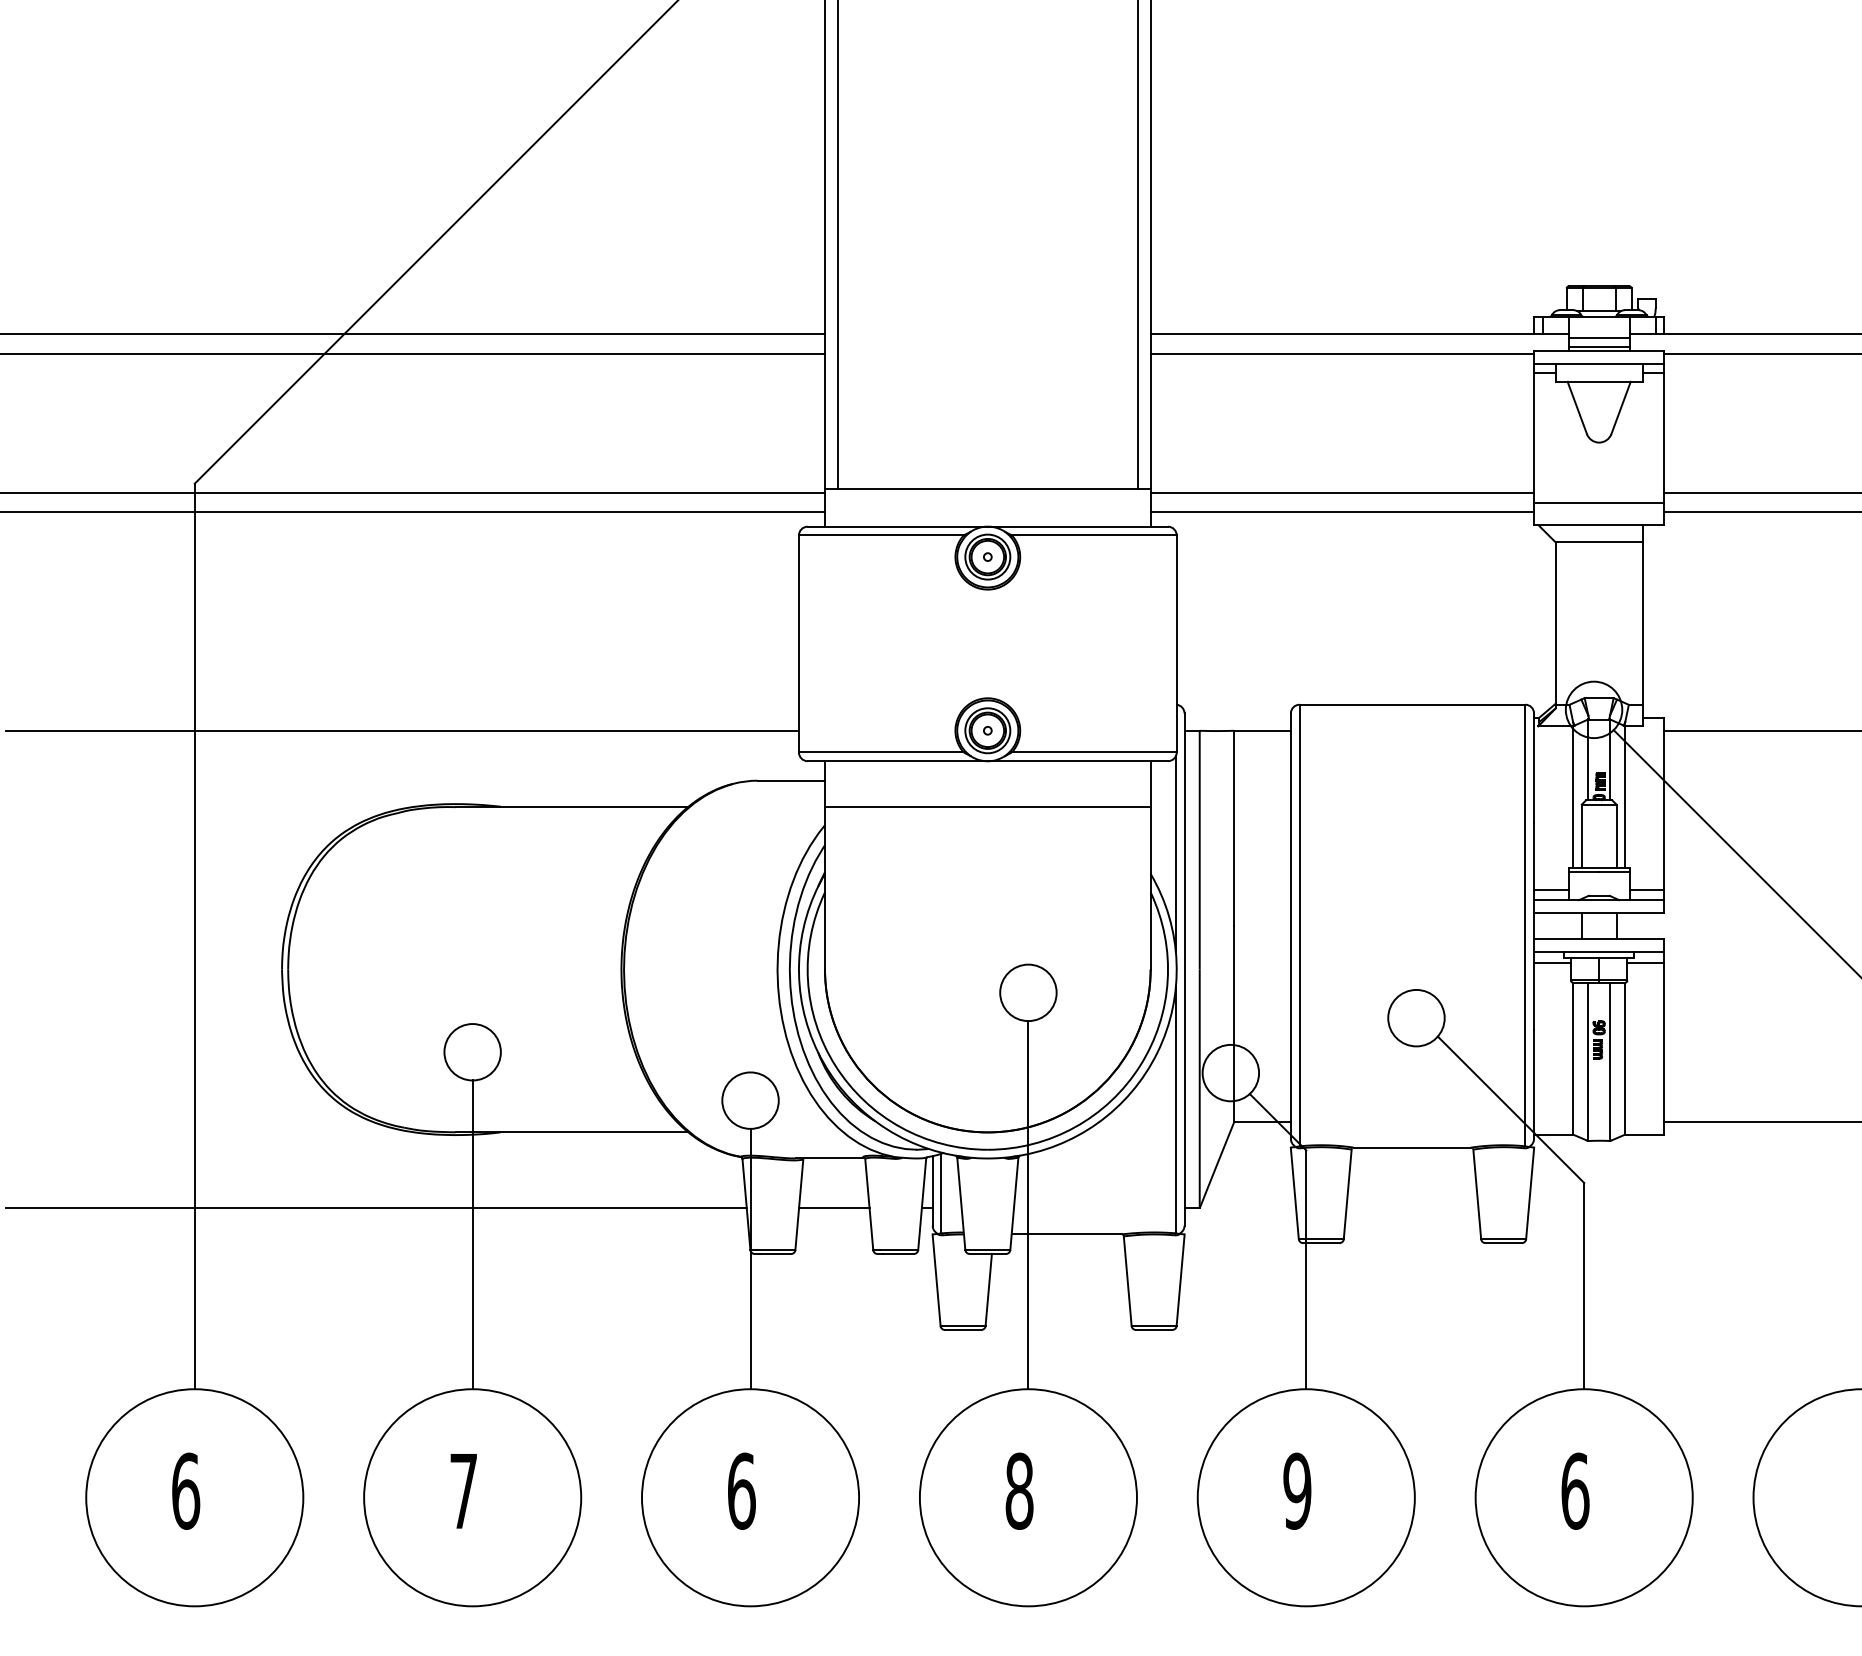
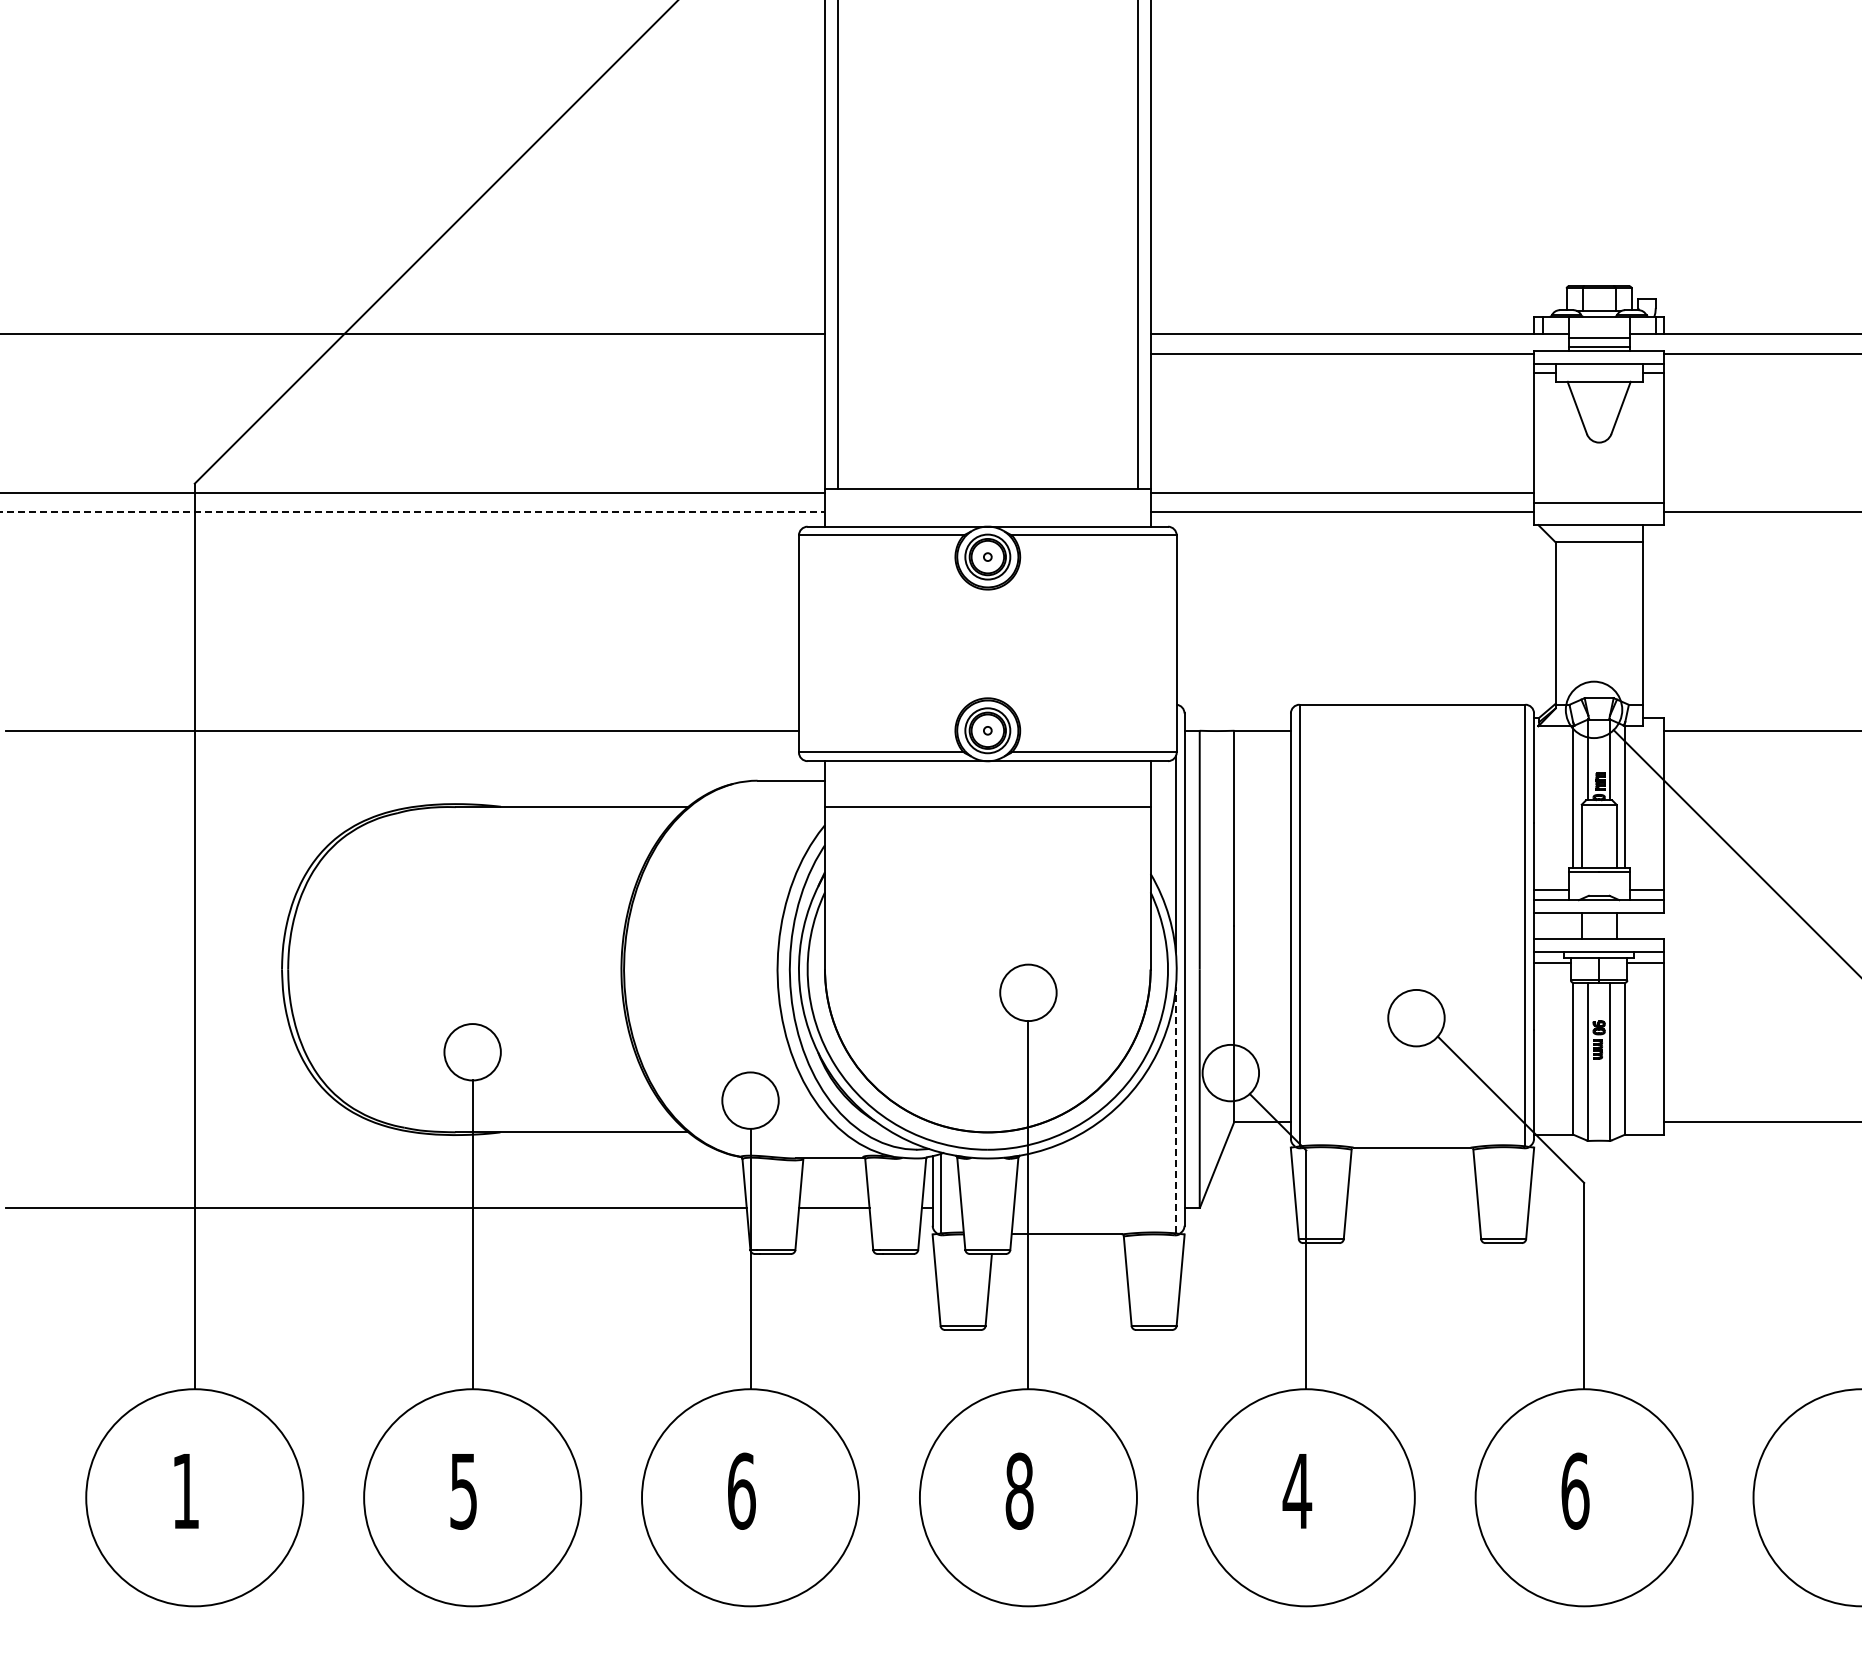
line at (413, 353): present -> none
line at (1761, 492): present -> none
line at (413, 512): solid -> dashed
line at (1175, 1110): solid -> dashed
text at (186, 1490): 6 -> 1
text at (1297, 1490): 9 -> 4
text at (463, 1491): 7 -> 5
